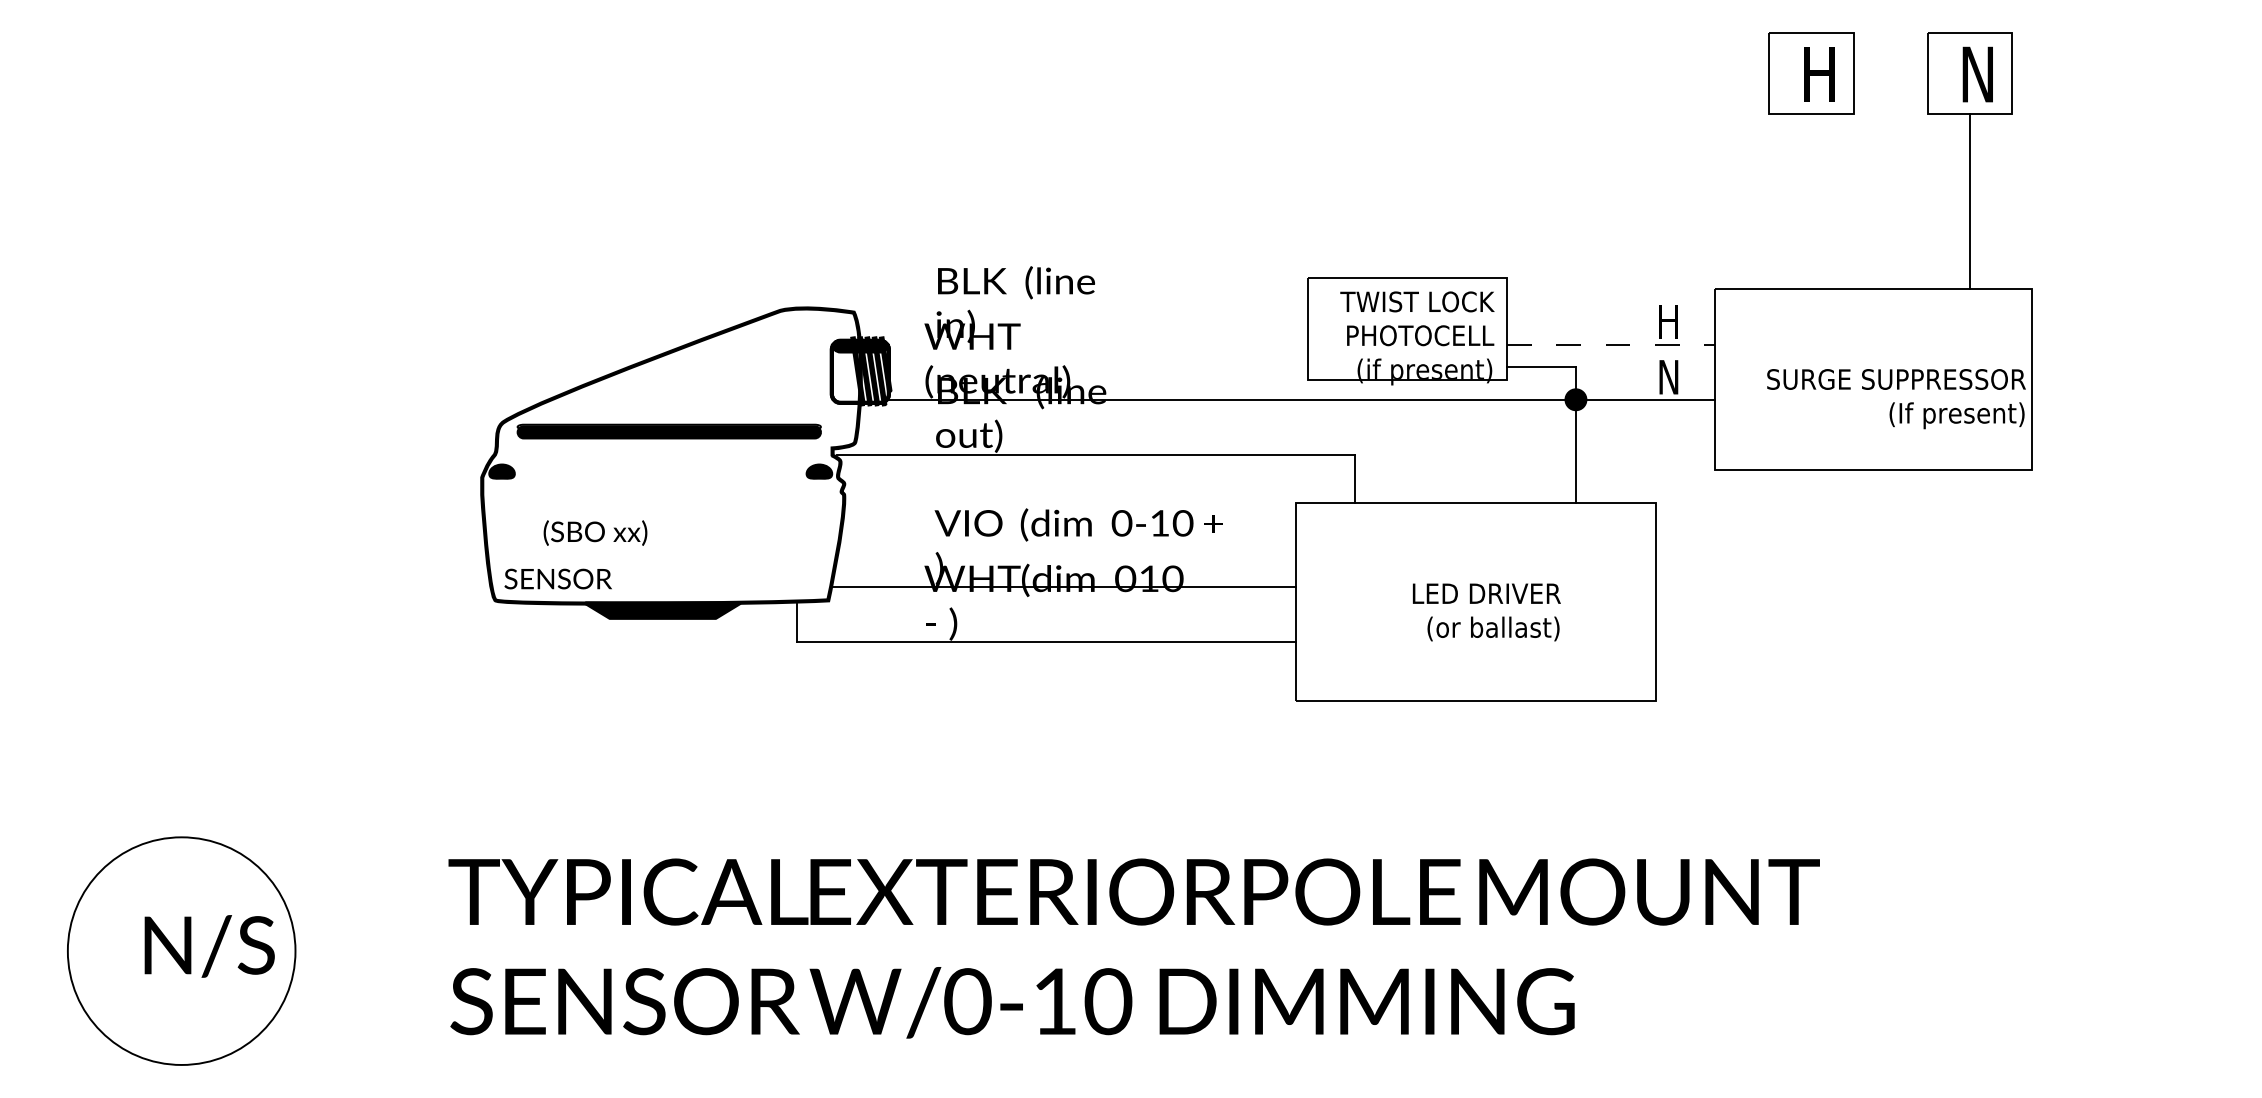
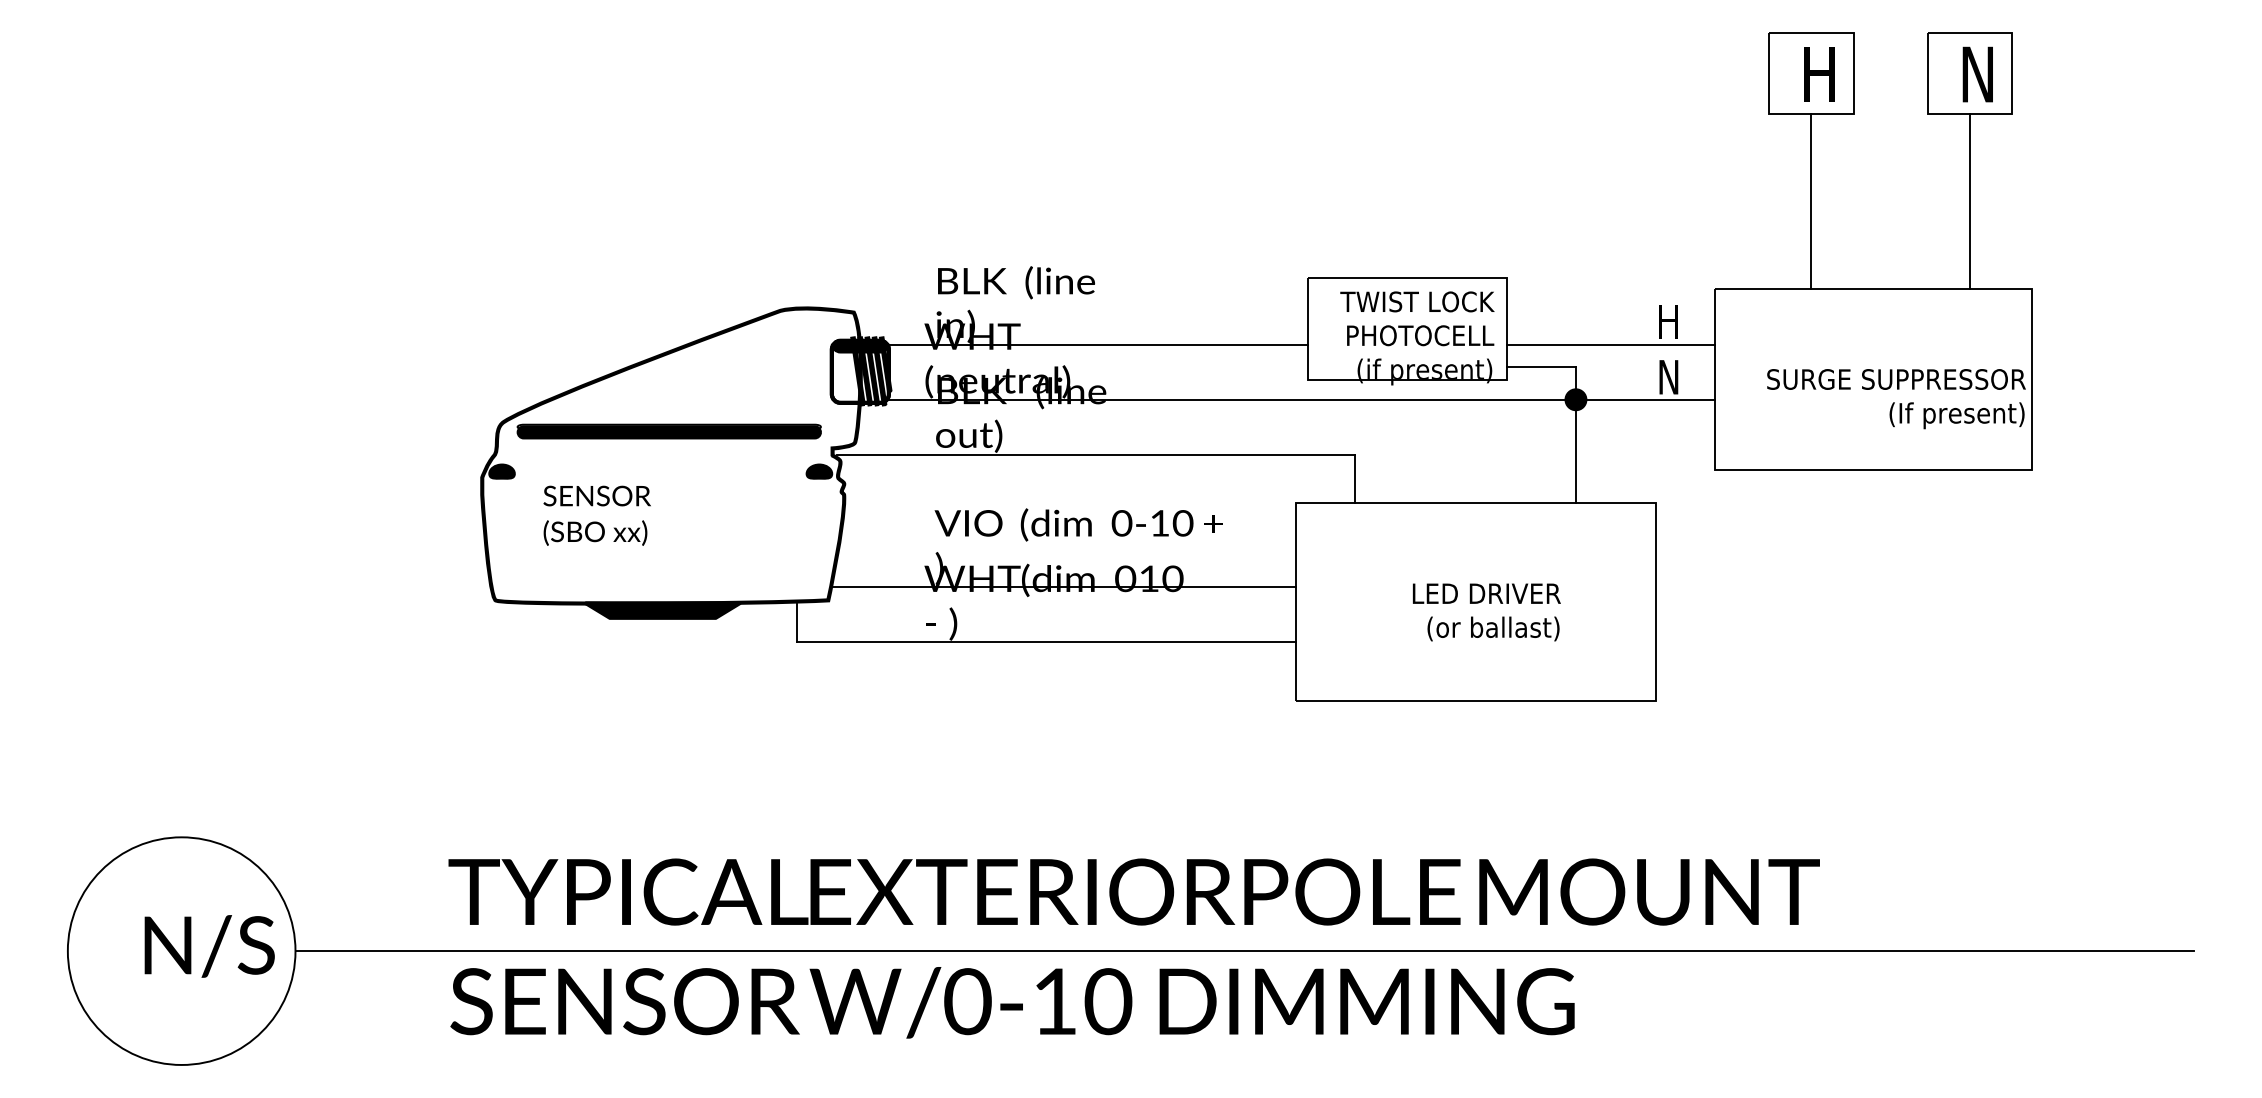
line at (1811, 201): none -> present
line at (1098, 345): none -> present
line at (1611, 345): dashed -> solid
text at (557, 578) position: (557, 578) -> (596, 495)
line at (1244, 951): none -> present
